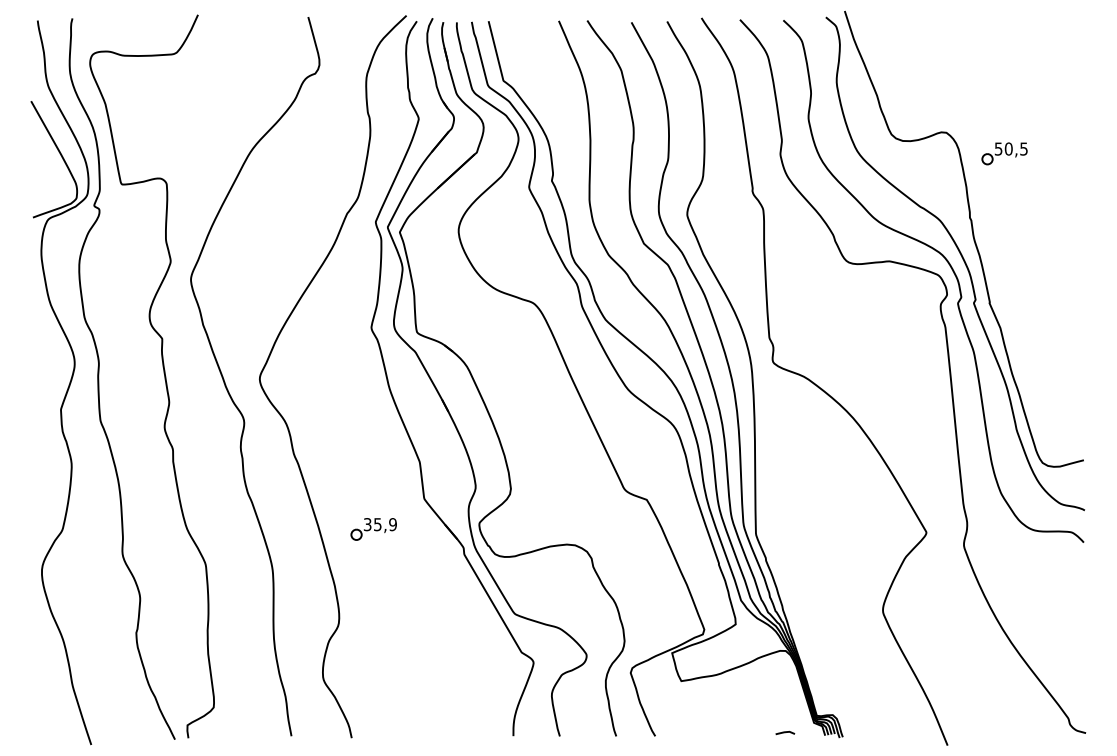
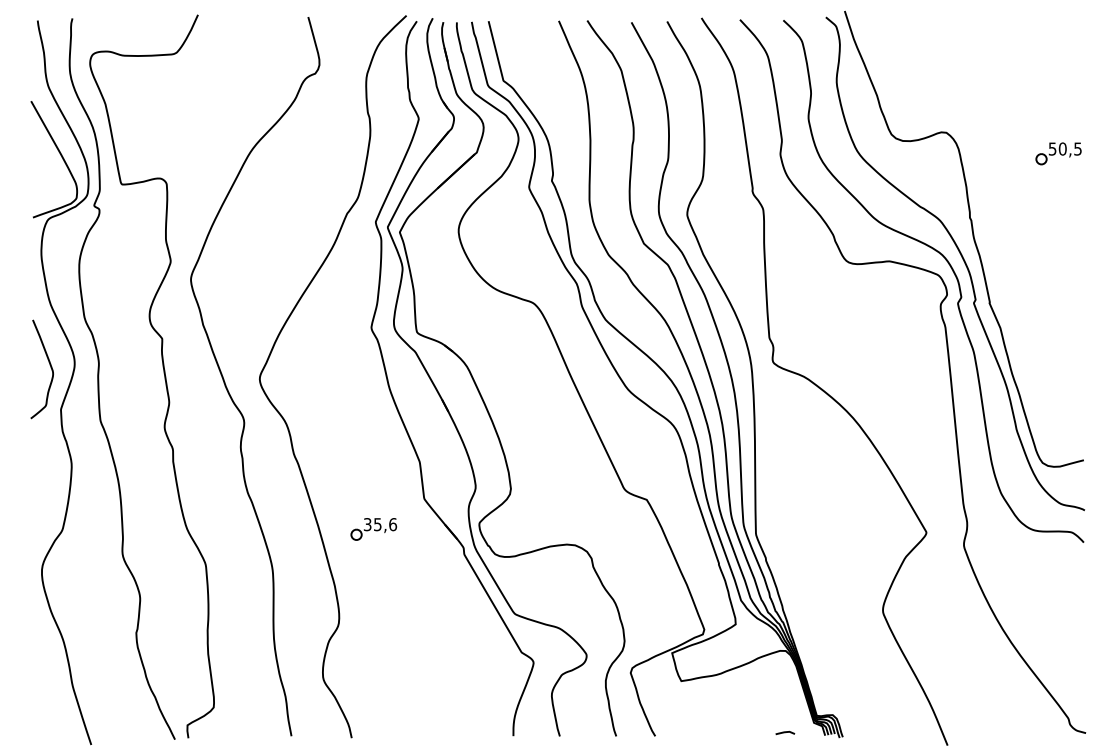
part at (1004, 153) position: (1004, 153) -> (1058, 153)
curve at (49, 365): none -> present
text at (393, 524): 35,9 -> 35,6
